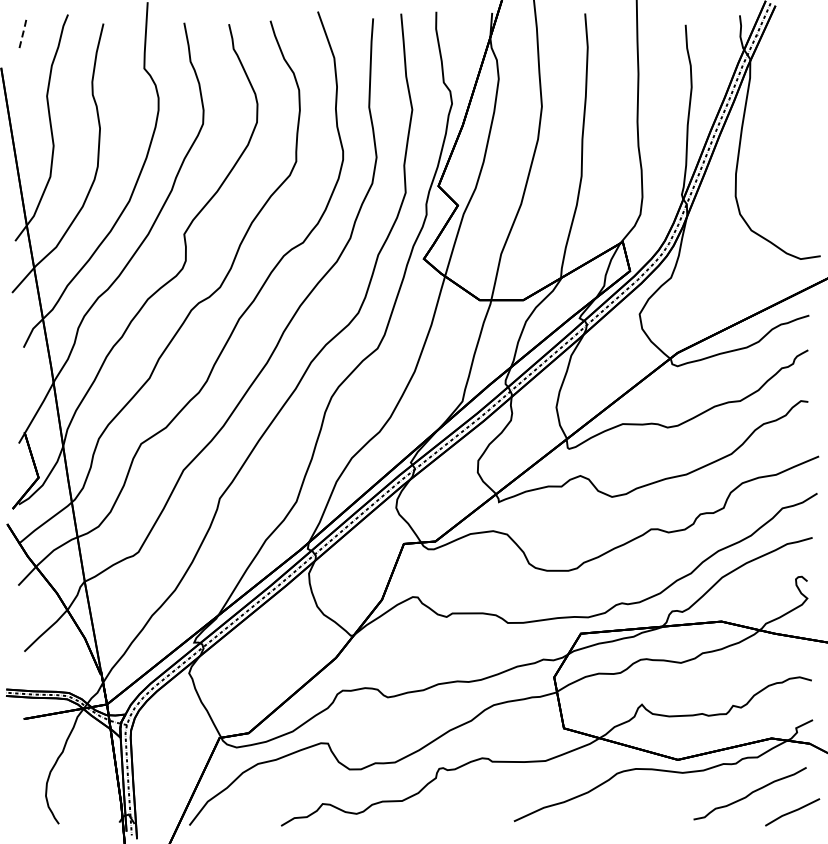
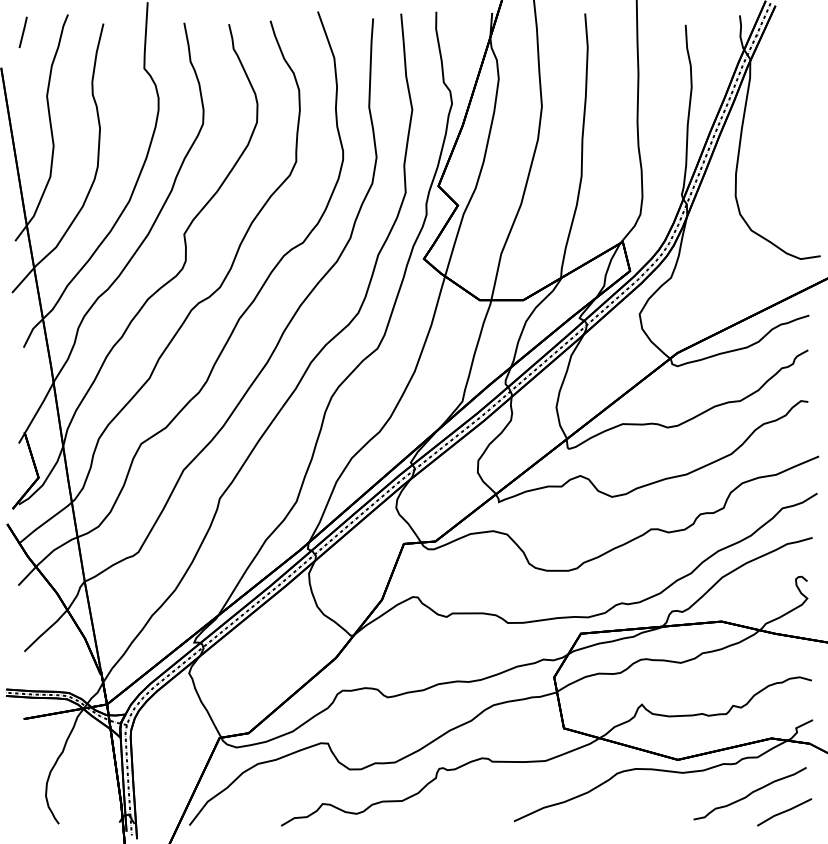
line at (23, 31): dashed -> solid
line at (792, 812) position: (792, 812) -> (784, 812)
